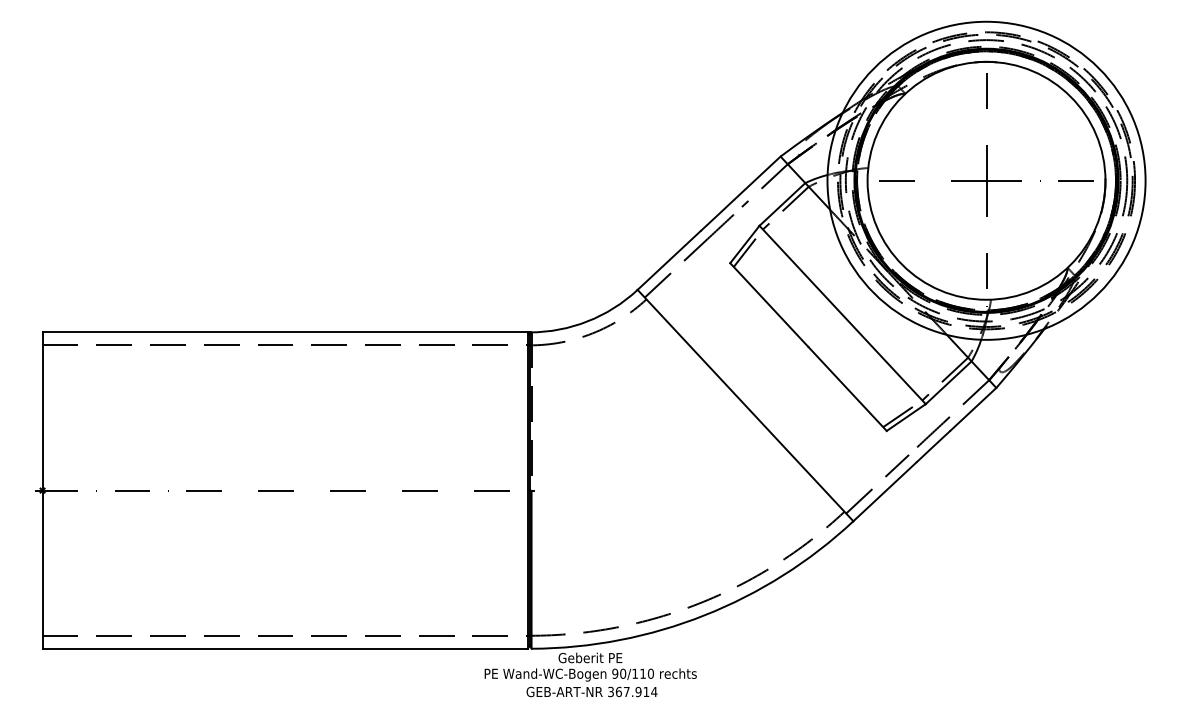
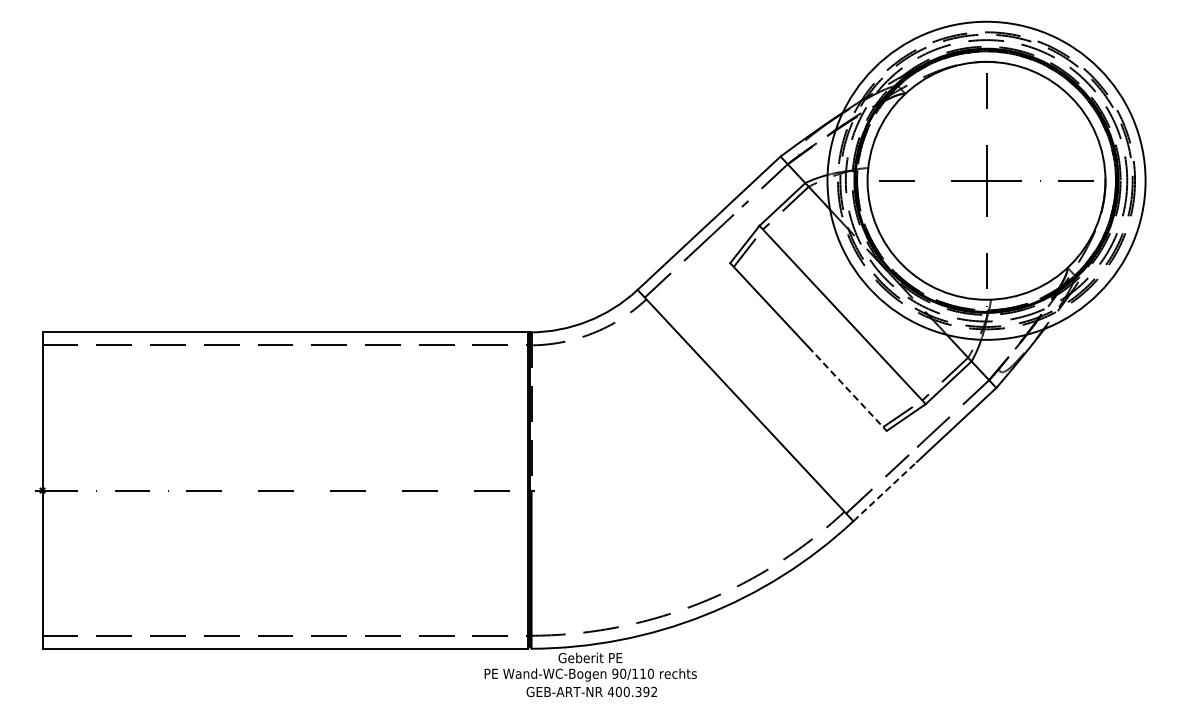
line at (847, 389): solid -> dashed
line at (884, 491): solid -> dashed
text at (632, 691): 367.914 -> 400.392
